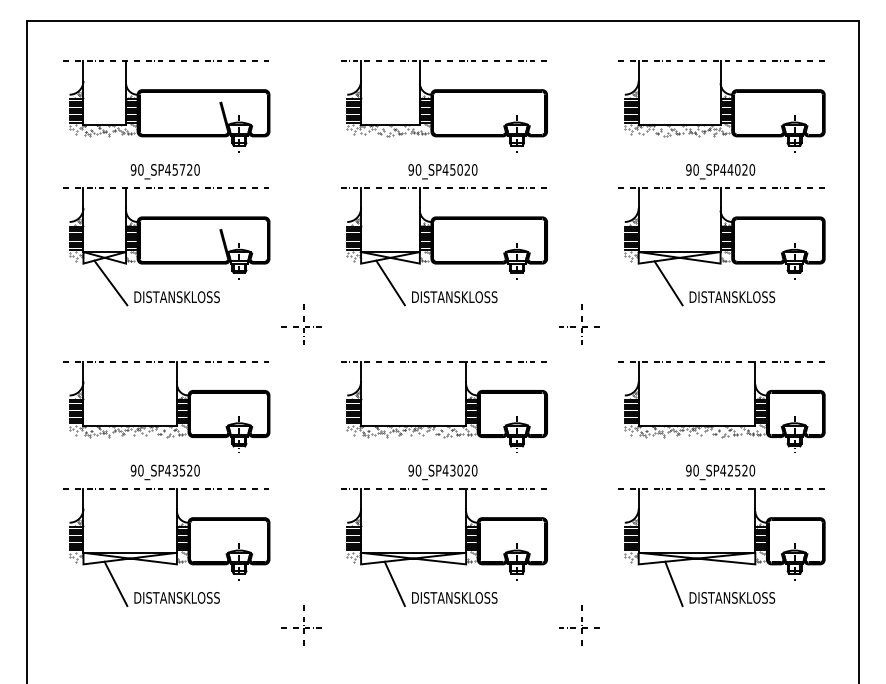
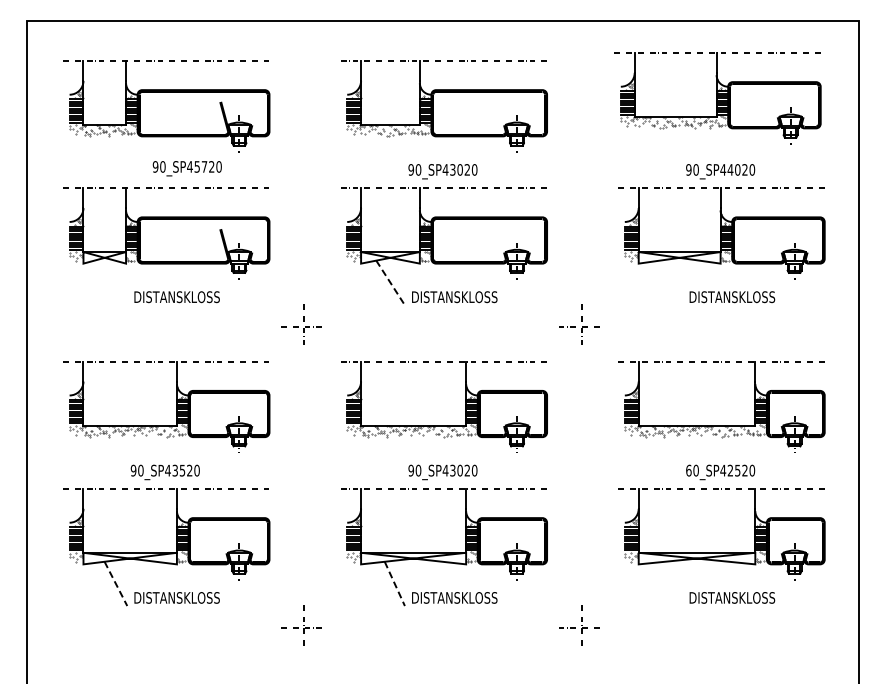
part at (721, 106) position: (721, 106) -> (717, 98)
text at (452, 169): 90_SP45020 -> 90_SP43020
text at (164, 171) position: (164, 171) -> (186, 168)
line at (110, 282): present -> none
line at (390, 282): solid -> dashed
line at (668, 283): present -> none
text at (688, 470): 90_SP42520 -> 60_SP42520
line at (115, 583): solid -> dashed
line at (673, 583): present -> none
line at (395, 584): solid -> dashed
